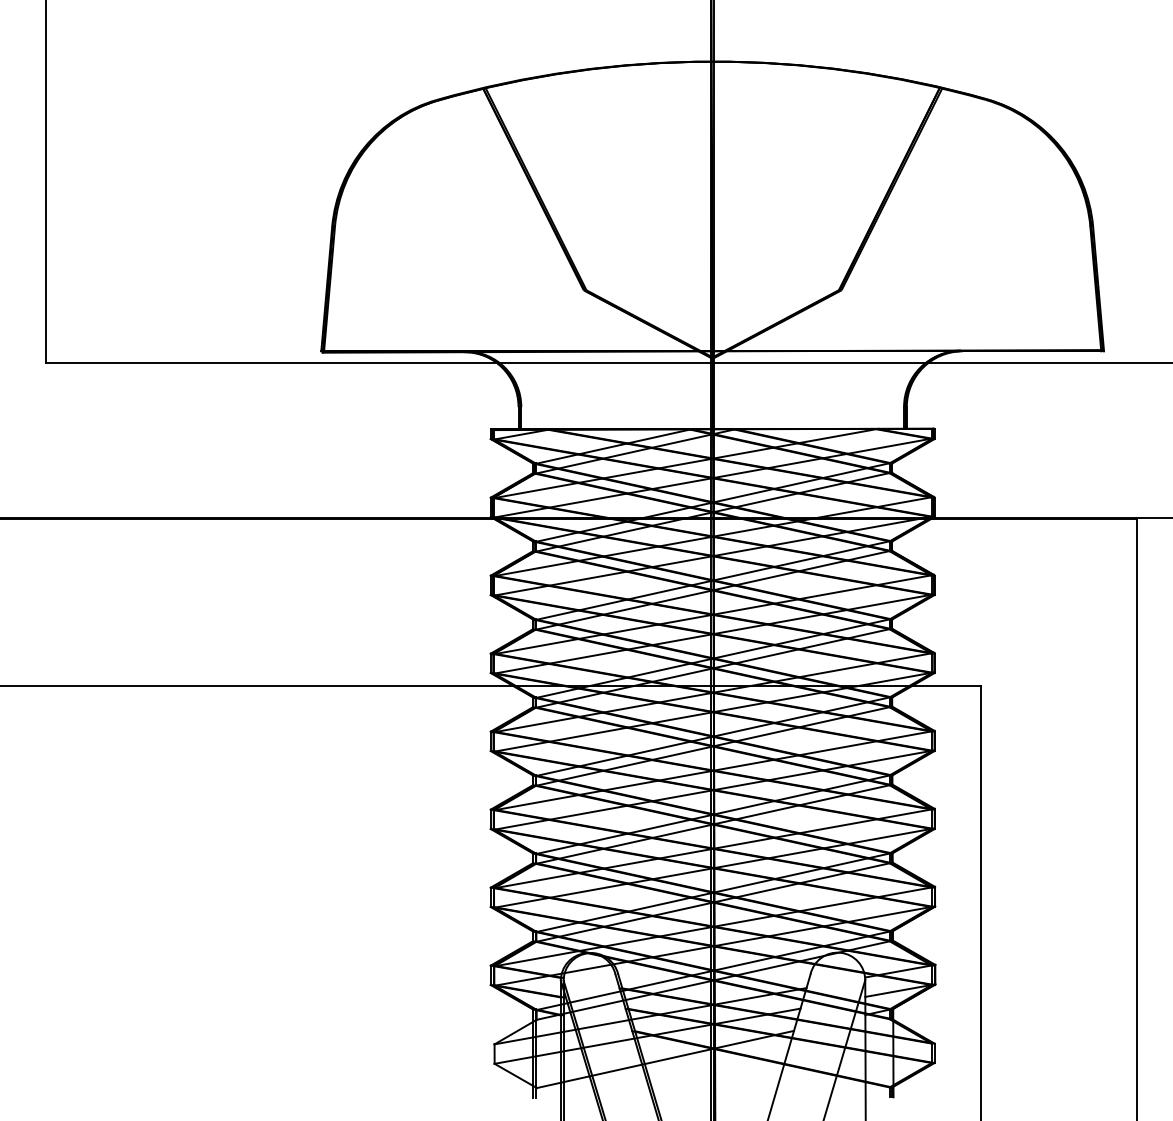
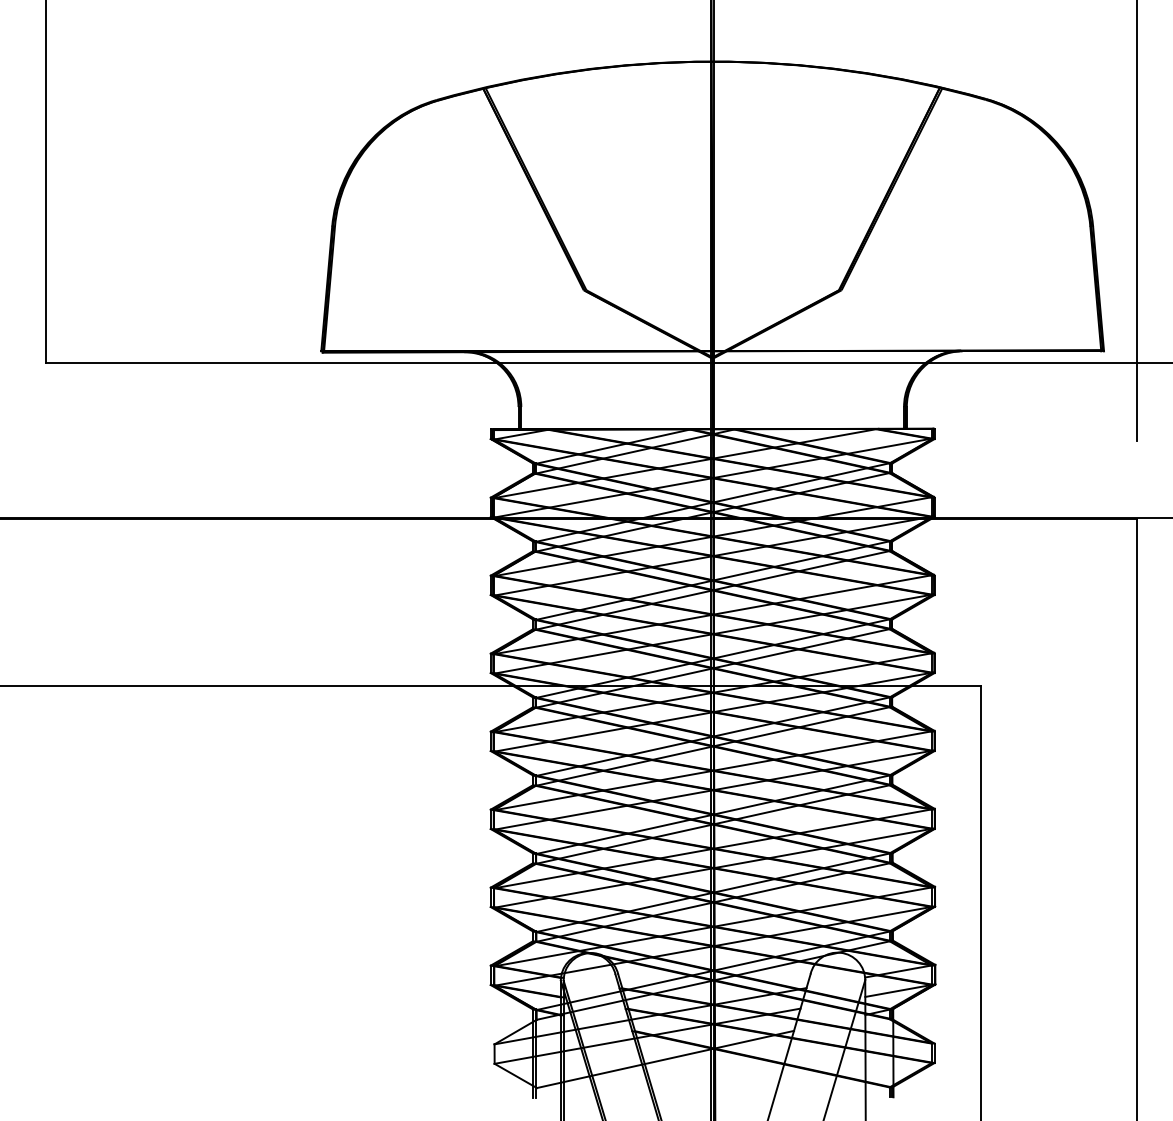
line at (1137, 221): none -> present
